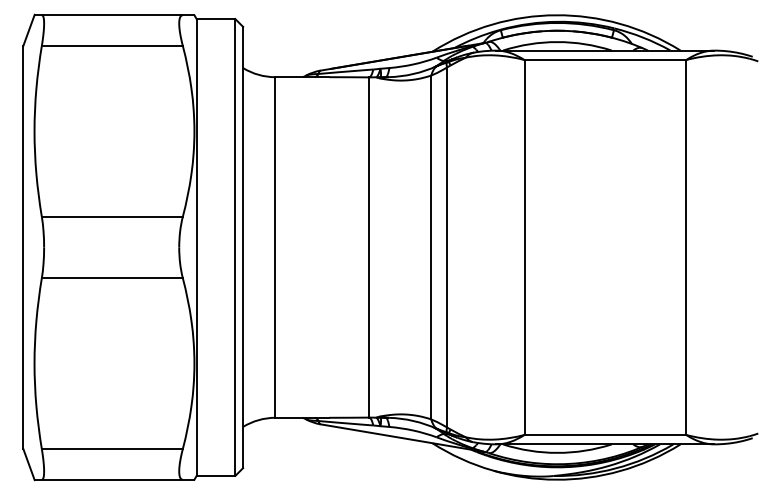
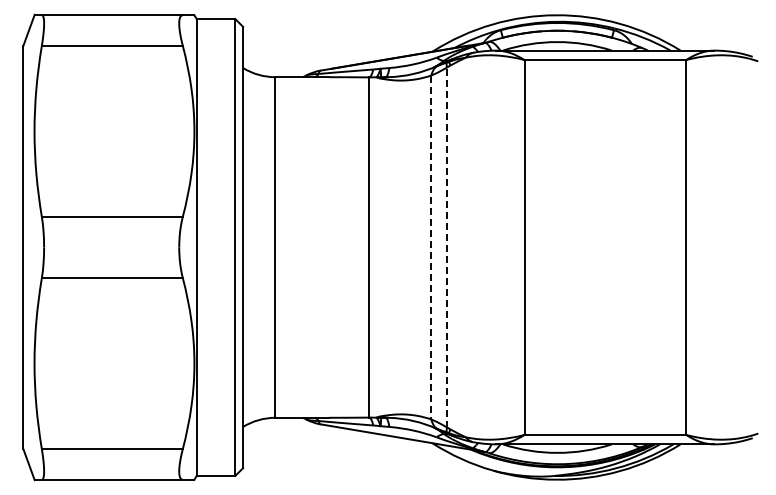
line at (431, 247): solid -> dashed
line at (447, 247): solid -> dashed
